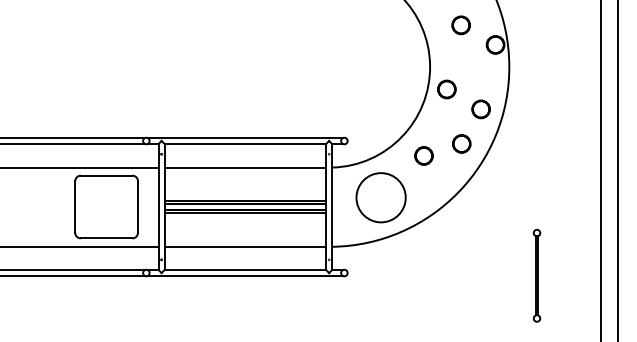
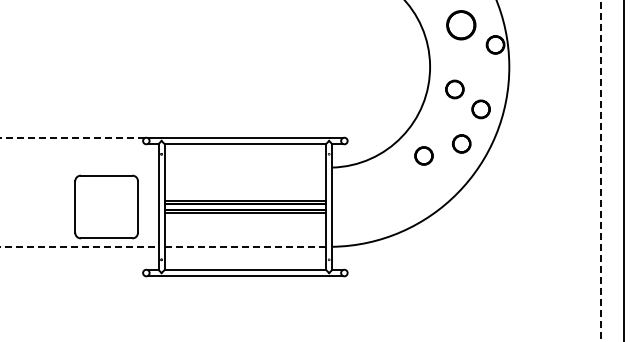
part at (460, 25) size: 20x21 px -> 31x31 px
part at (446, 89) position: (446, 89) -> (454, 89)
line at (72, 138): solid -> dashed
line at (73, 143): present -> none
line at (80, 167): present -> none
line at (245, 167): present -> none
line at (617, 170) position: (617, 170) -> (623, 170)
line at (601, 171): solid -> dashed
circle at (380, 197): present -> none
line at (79, 246): solid -> dashed
line at (245, 246): solid -> dashed
line at (73, 270): present -> none
line at (73, 275): present -> none
part at (536, 275): present -> none
